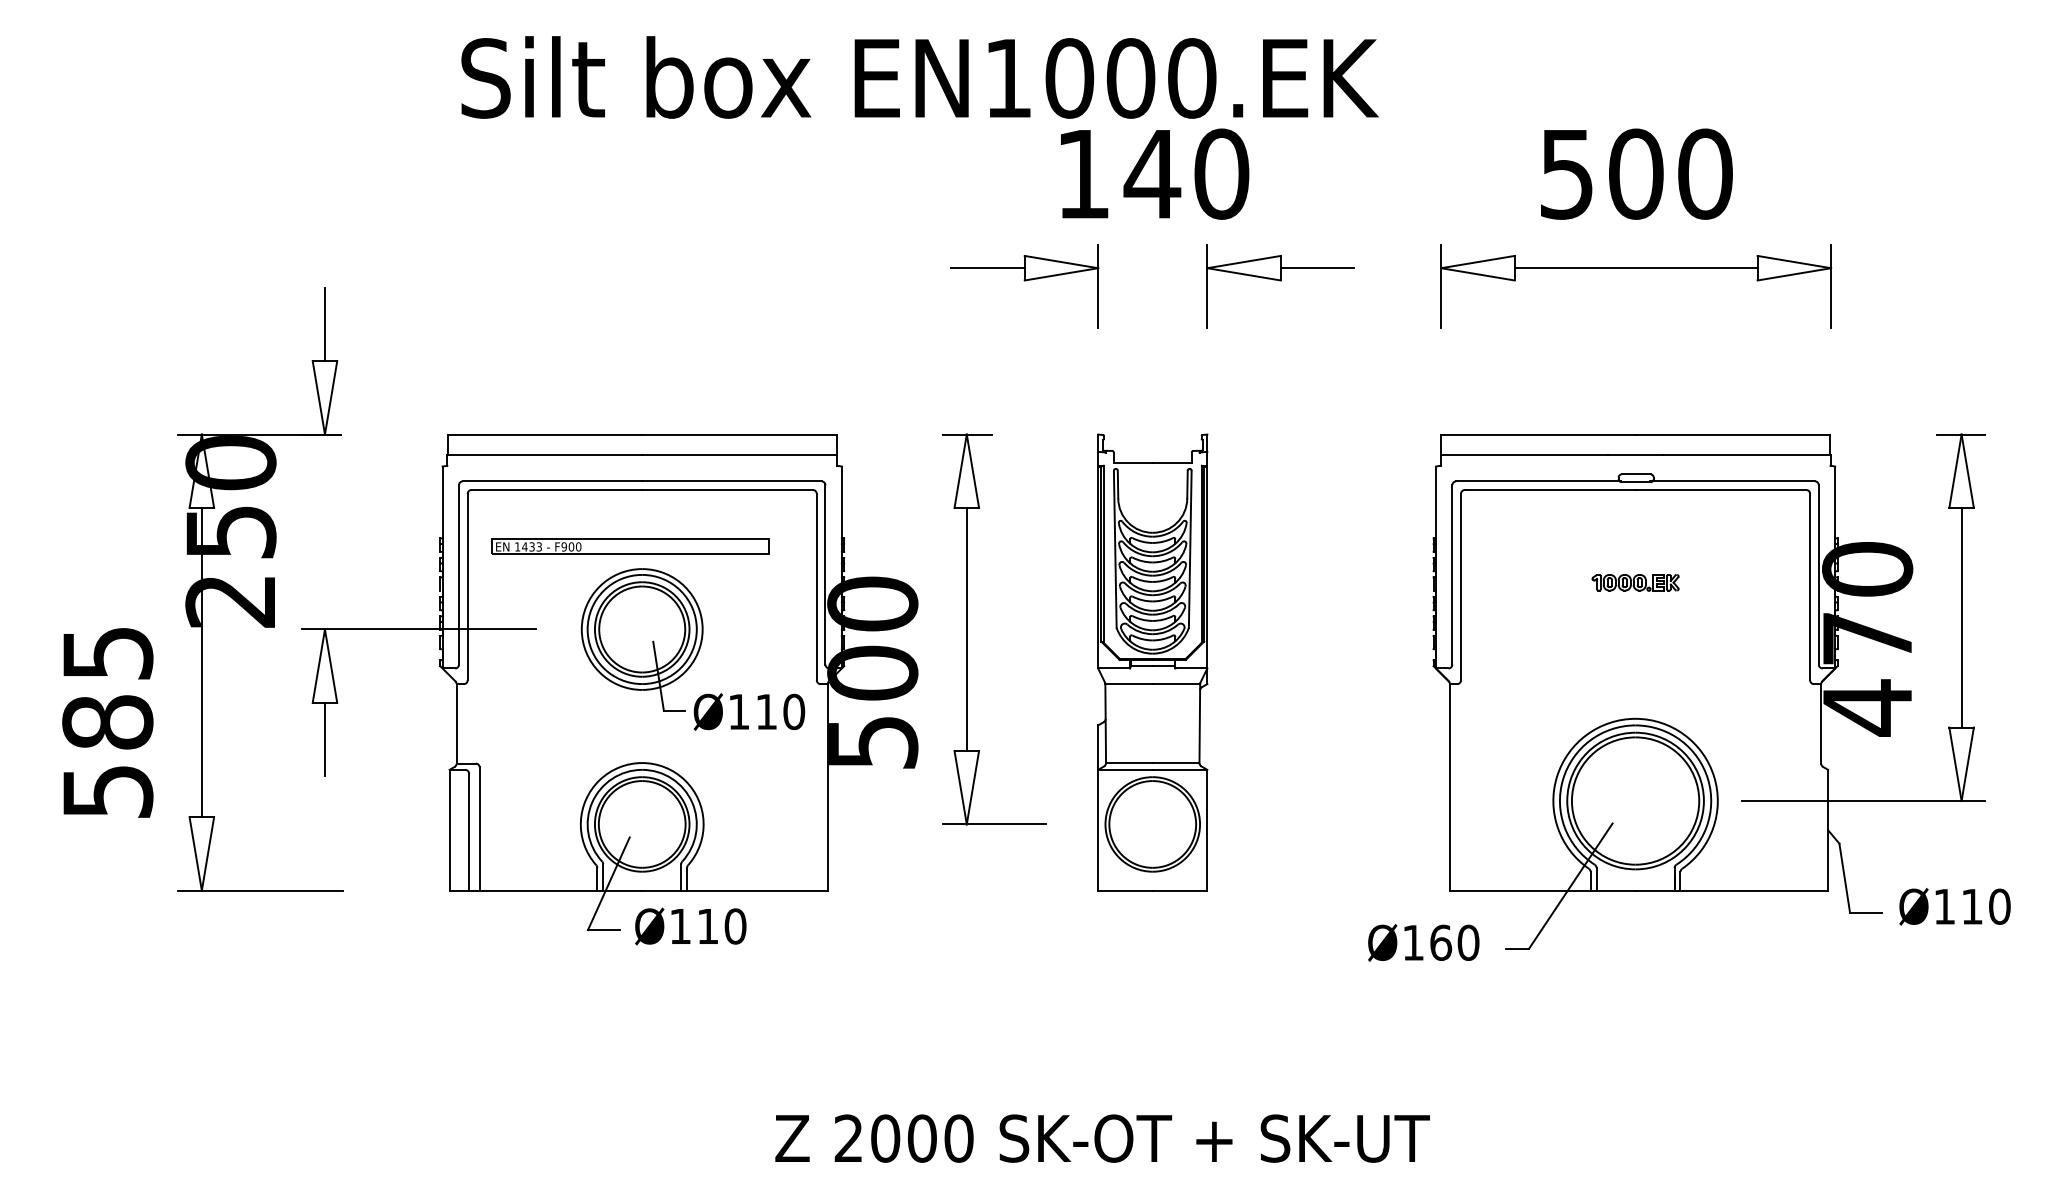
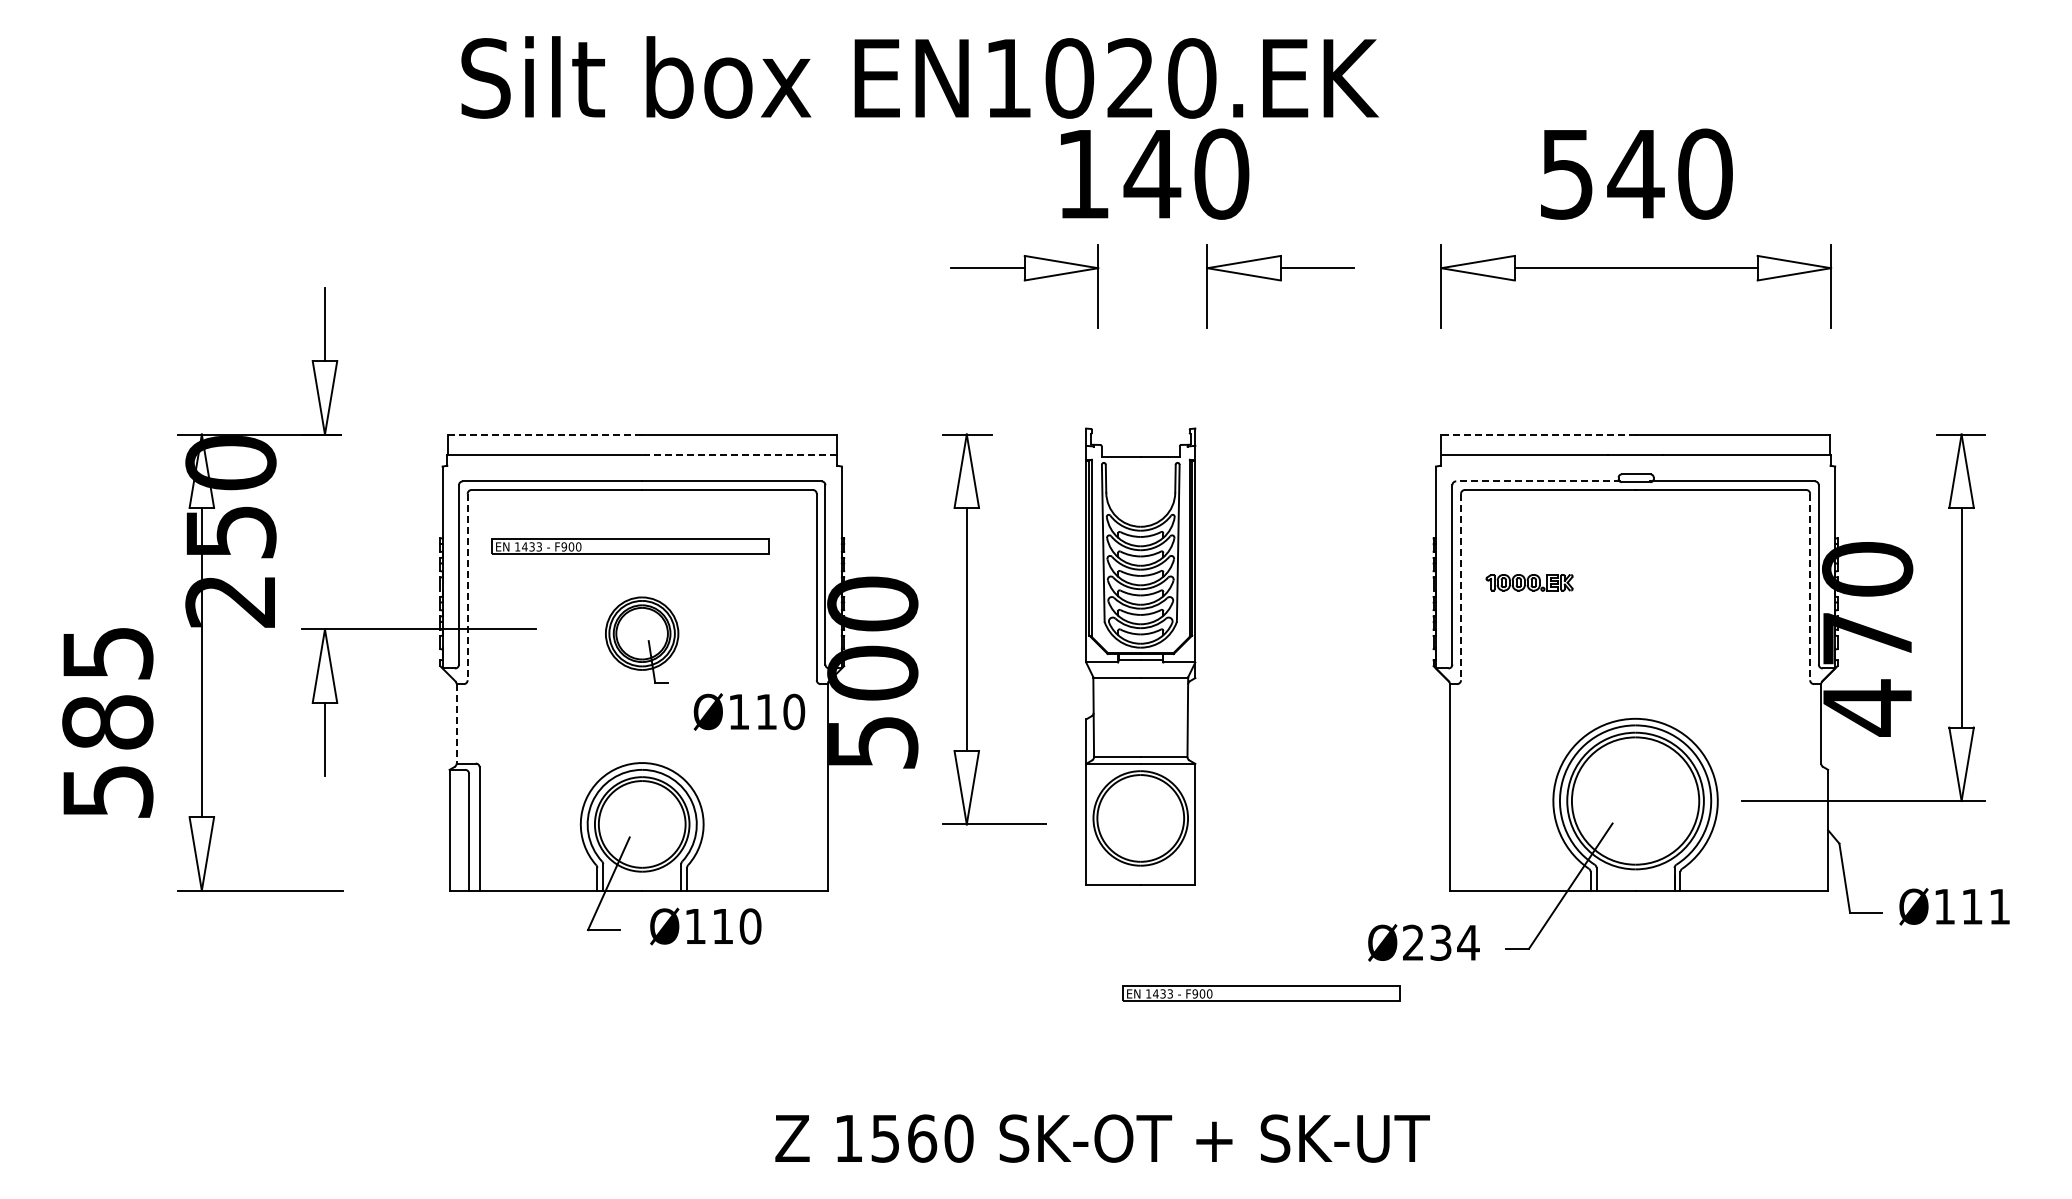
text at (1130, 78): EN1000.EK -> EN1020.EK
text at (1635, 173): 500 -> 540
line at (544, 434): solid -> dashed
line at (1537, 434): solid -> dashed
line at (739, 455): solid -> dashed
line at (1538, 481): solid -> dashed
part at (1635, 582) position: (1635, 582) -> (1529, 582)
line at (467, 587): solid -> dashed
line at (1461, 587): solid -> dashed
line at (1810, 587): solid -> dashed
part at (641, 639) size: 124x144 px -> 75x88 px
part at (1152, 662) position: (1152, 662) -> (1140, 656)
line at (456, 723): solid -> dashed
text at (1999, 906): Ø110 -> Ø111
text at (690, 926) position: (690, 926) -> (705, 926)
text at (1441, 942): Ø160 -> Ø234
part at (1261, 993): none -> present
text at (885, 1138): 2000 -> 1560
